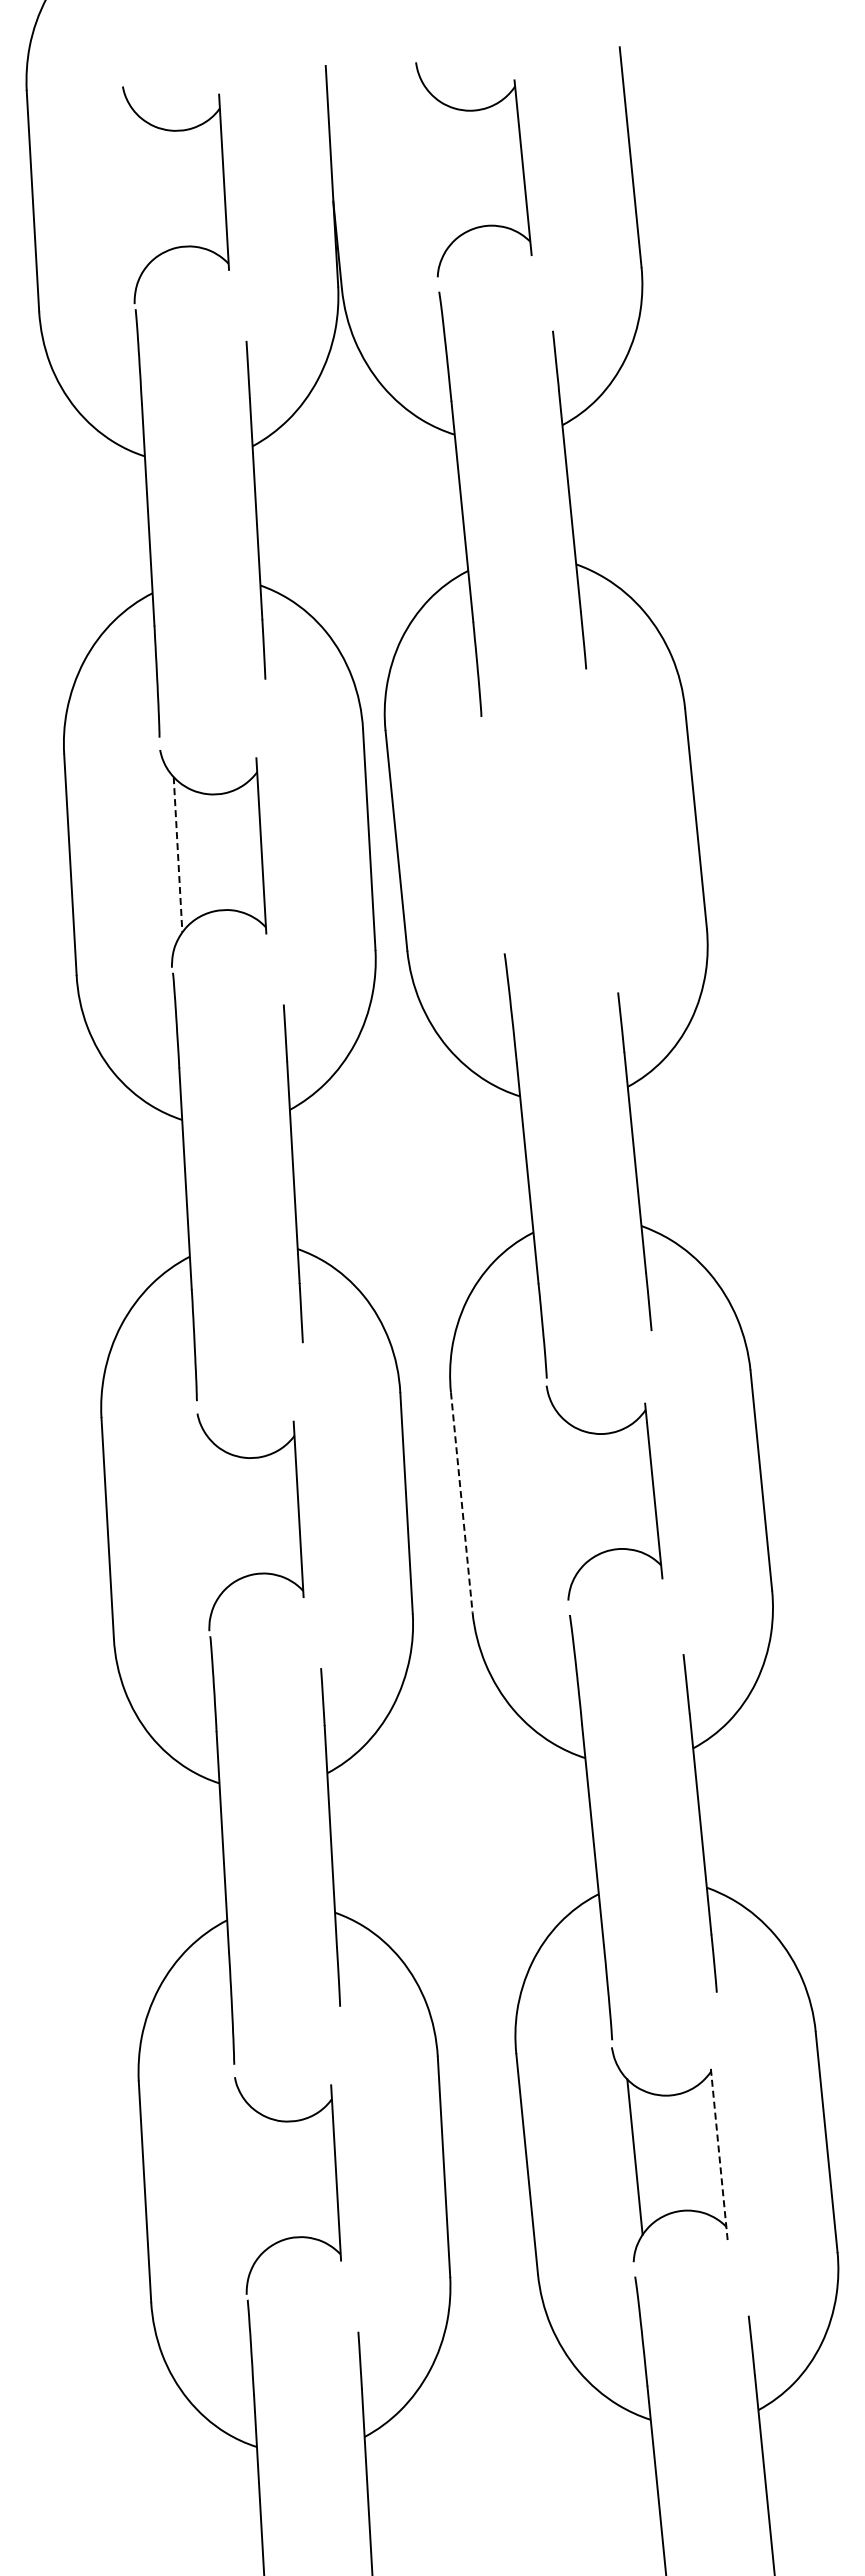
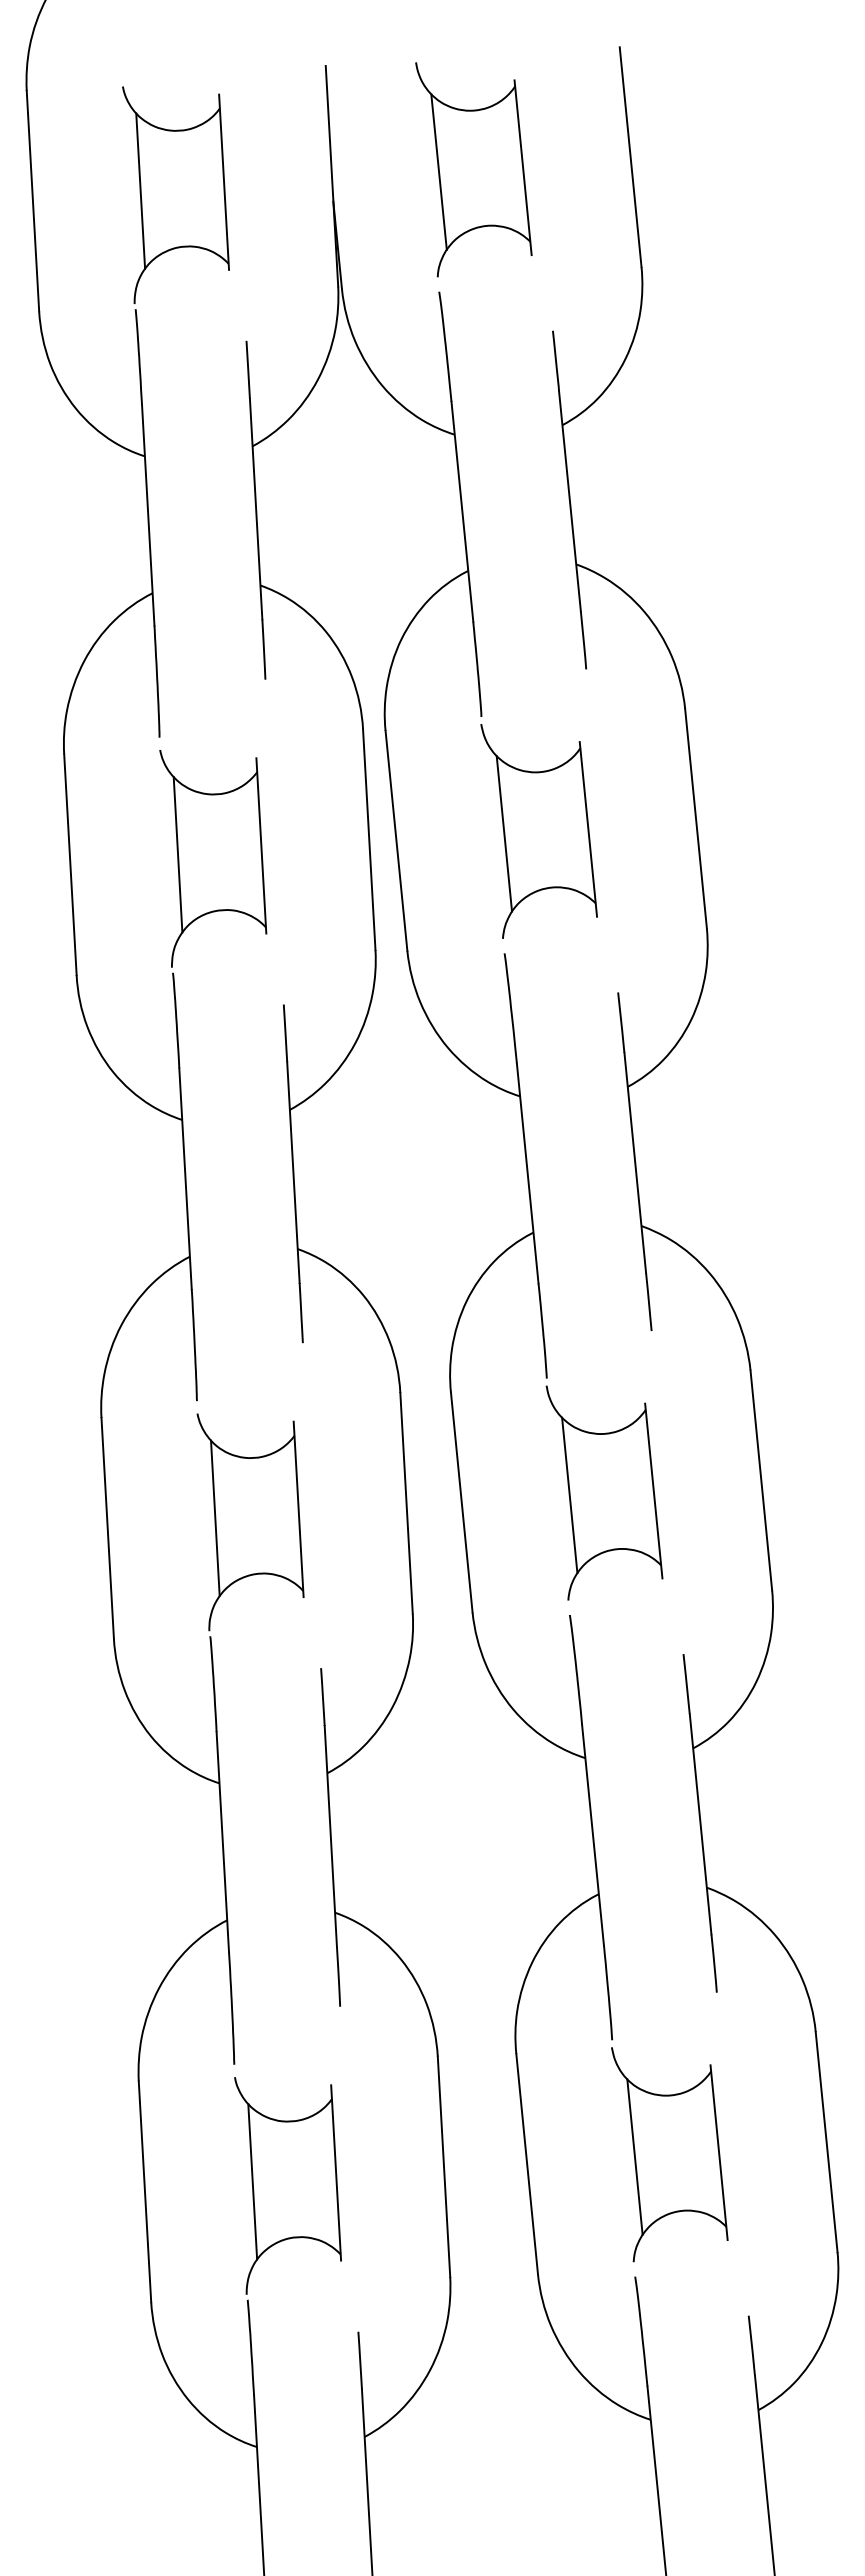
line at (438, 171): none -> present
line at (140, 190): none -> present
part at (538, 831): none -> present
line at (178, 854): dashed -> solid
line at (569, 1495): none -> present
line at (461, 1502): dashed -> solid
line at (215, 1517): none -> present
line at (719, 2152): dashed -> solid
line at (252, 2181): none -> present
